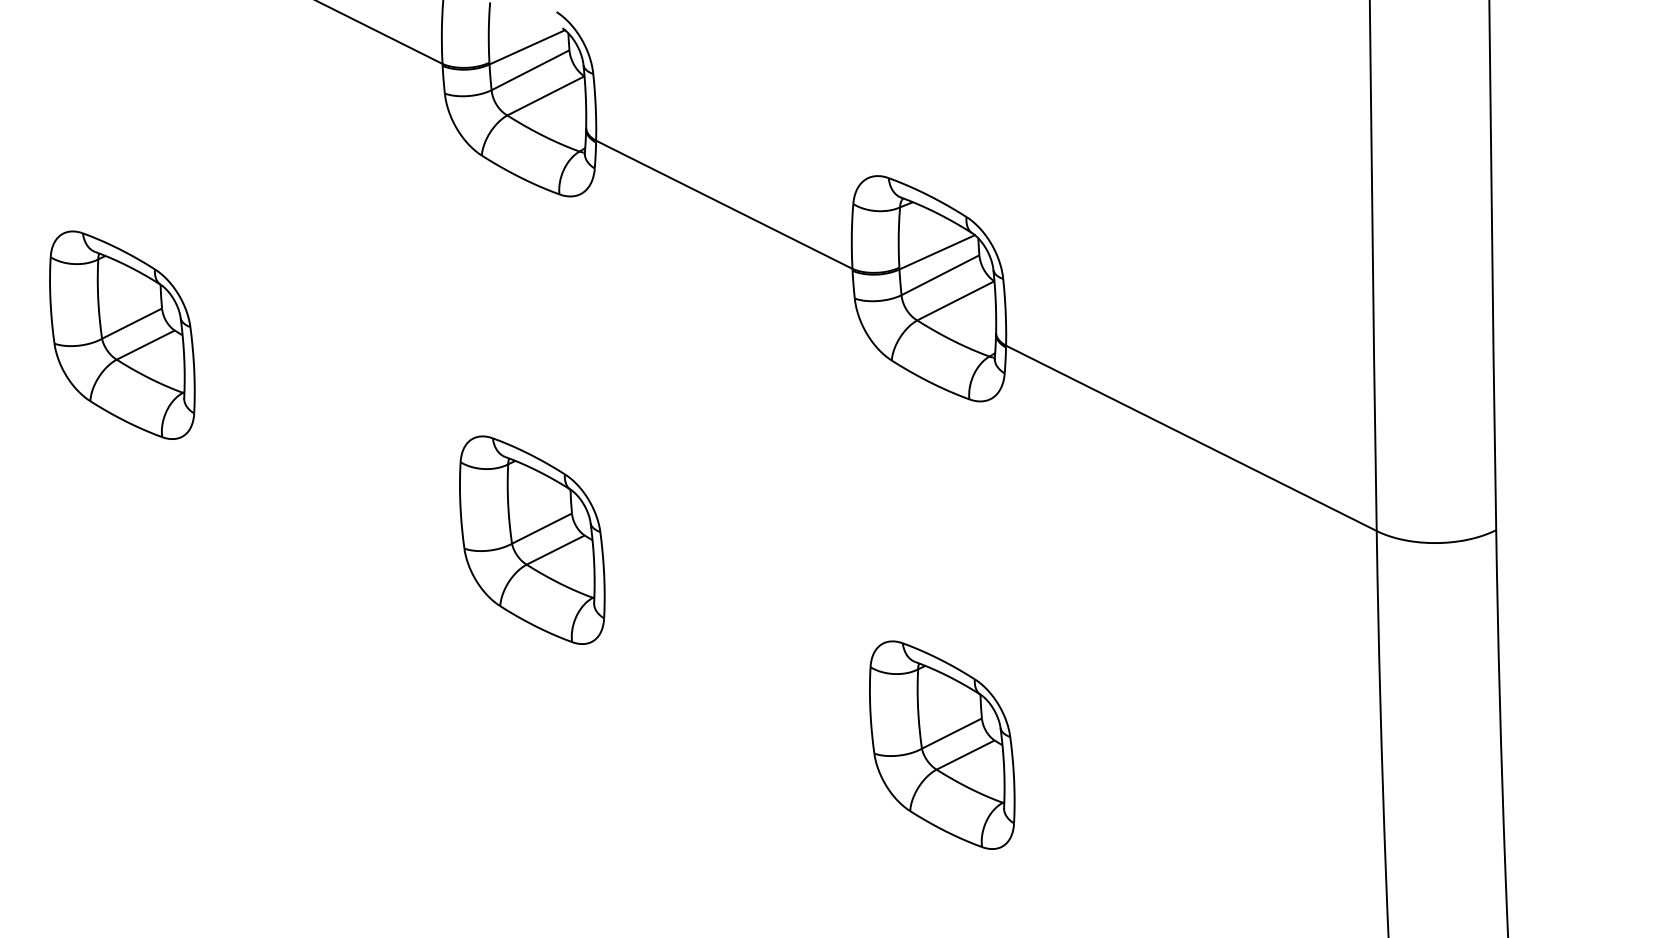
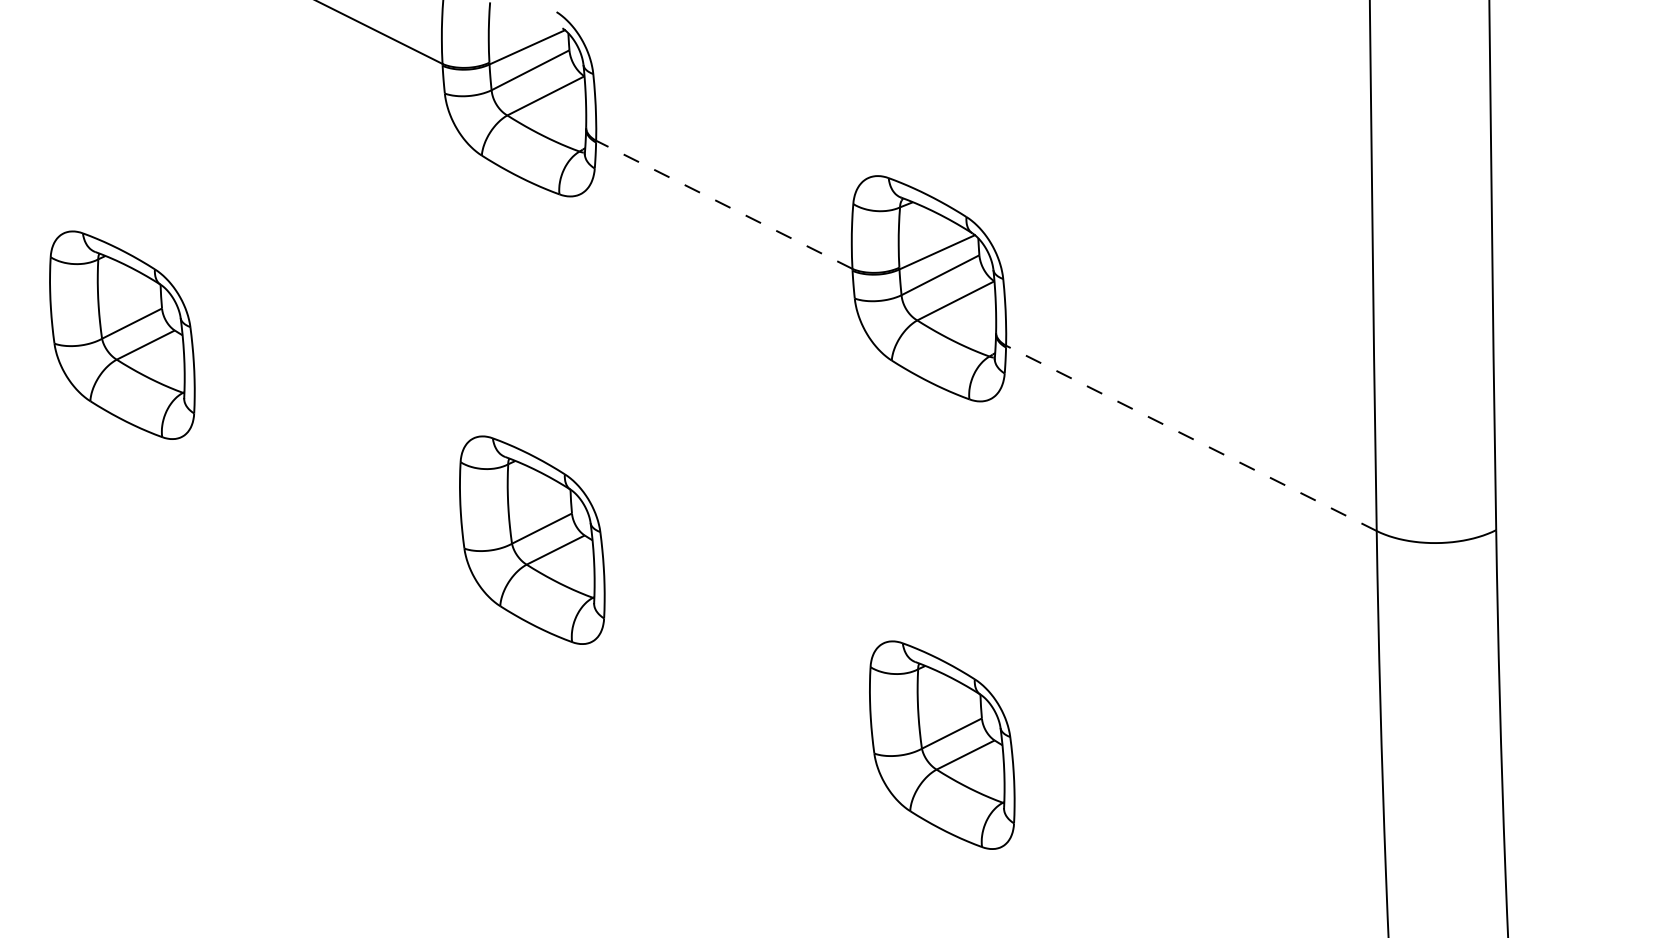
line at (723, 204): solid -> dashed
line at (1190, 438): solid -> dashed
